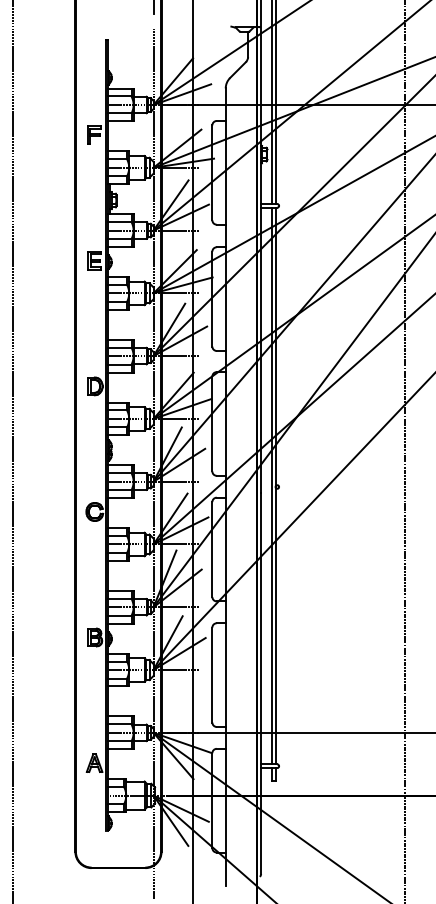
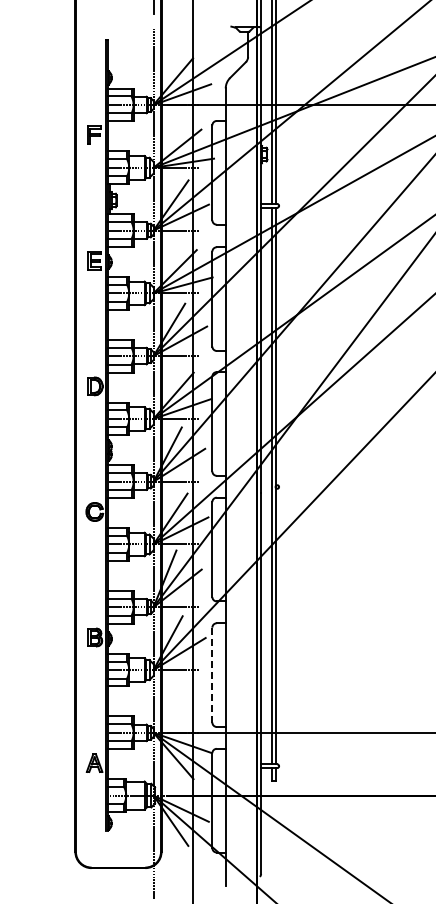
line at (13, 451): present -> none
line at (404, 451): present -> none
line at (212, 675): solid -> dashed
